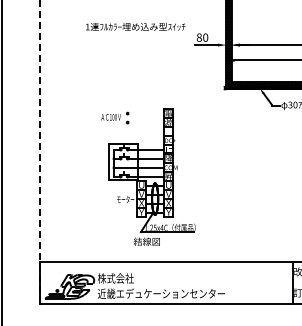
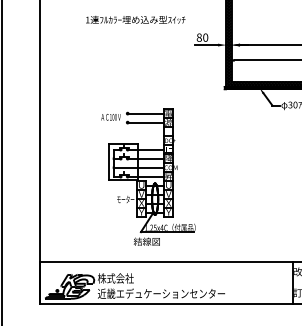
text at (135, 26) position: (135, 26) -> (135, 19)
line at (146, 113): none -> present
line at (146, 122): none -> present
line at (39, 151): dashed -> solid
